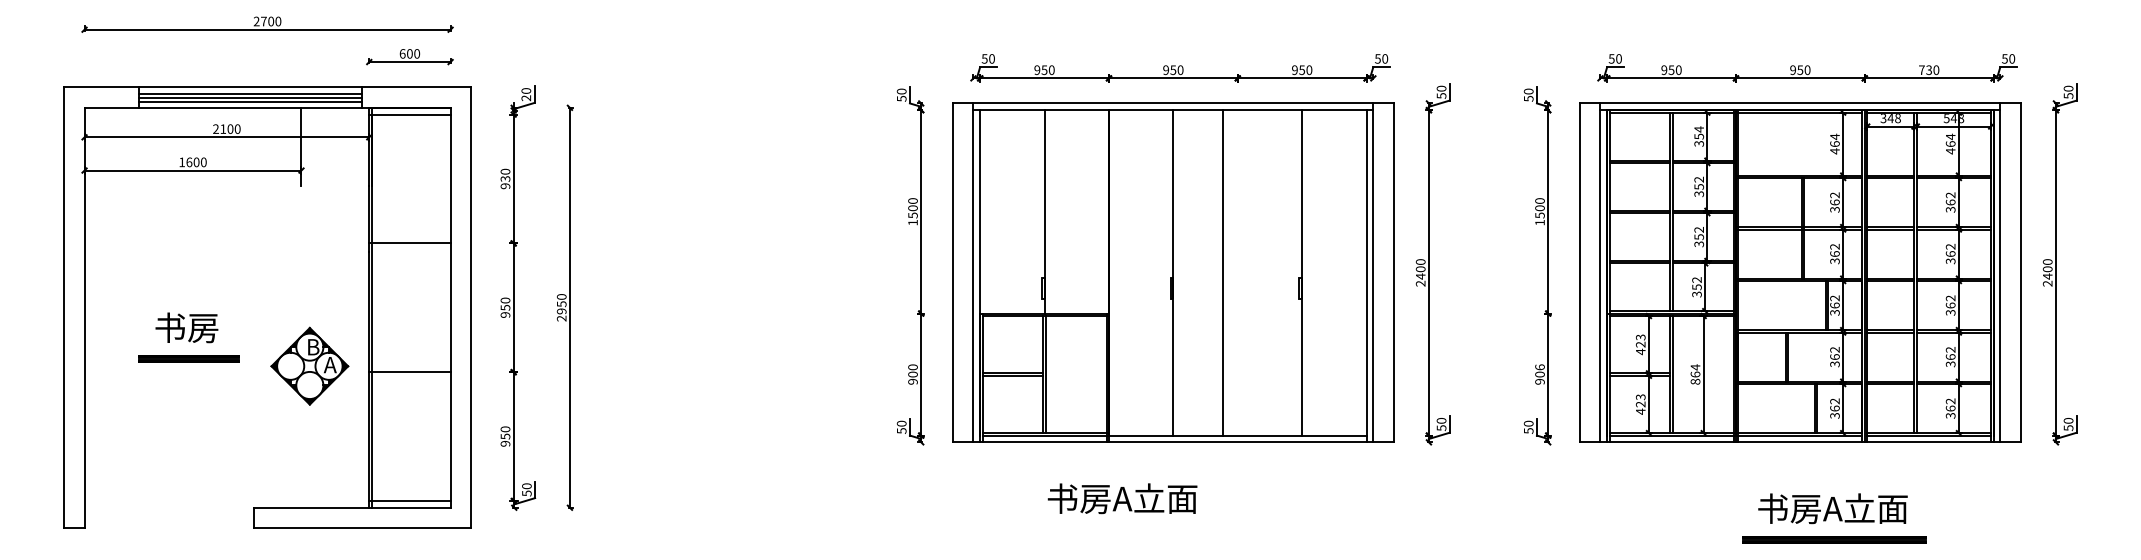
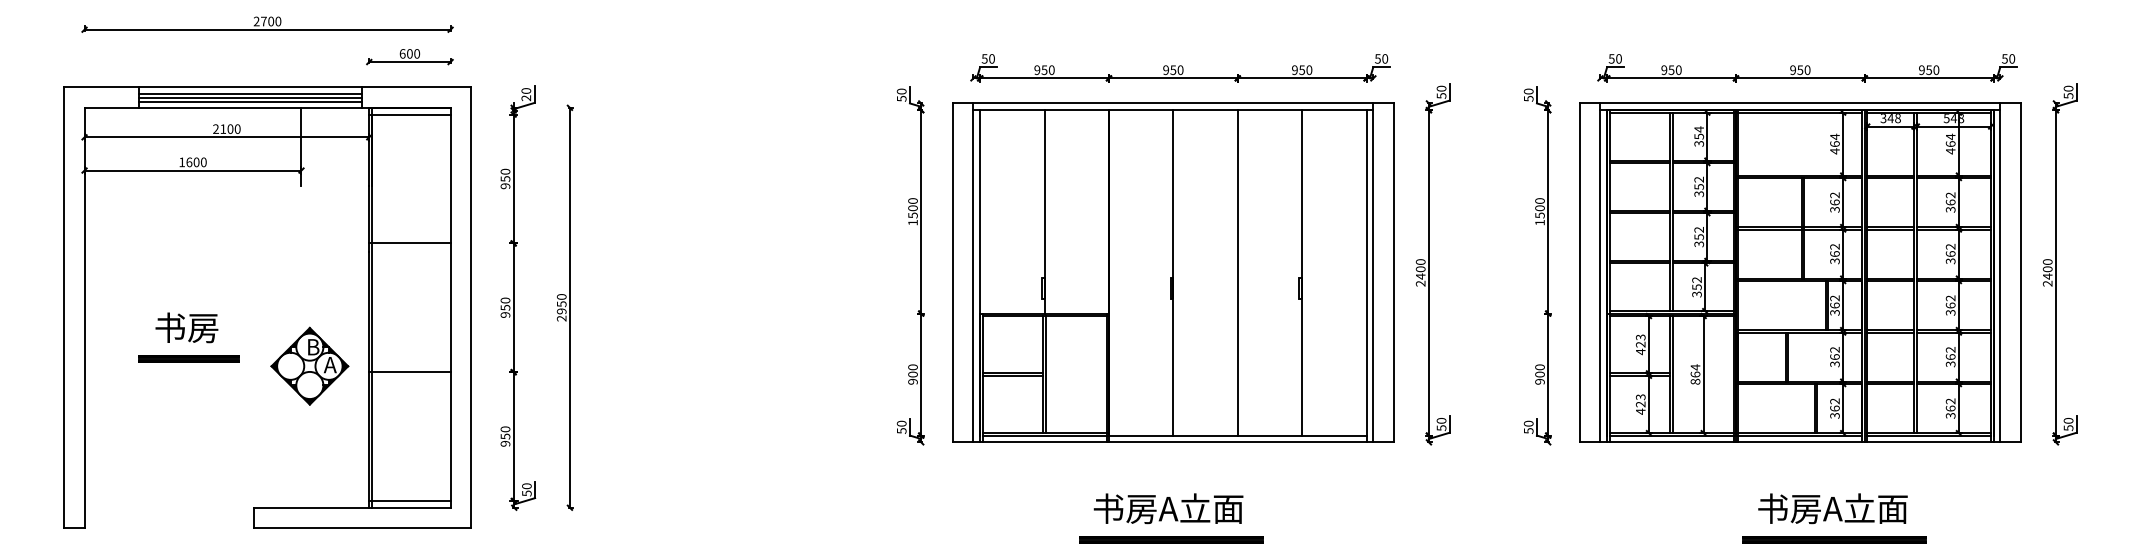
text at (1925, 70): 730 -> 950
text at (504, 178): 930 -> 950
line at (1222, 272) position: (1222, 272) -> (1237, 272)
text at (1539, 367): 906 -> 900
text at (1122, 498) position: (1122, 498) -> (1168, 508)
part at (1171, 539): none -> present
